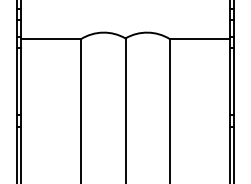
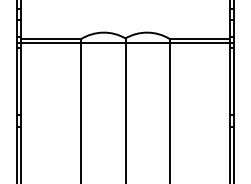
line at (125, 42): none -> present
